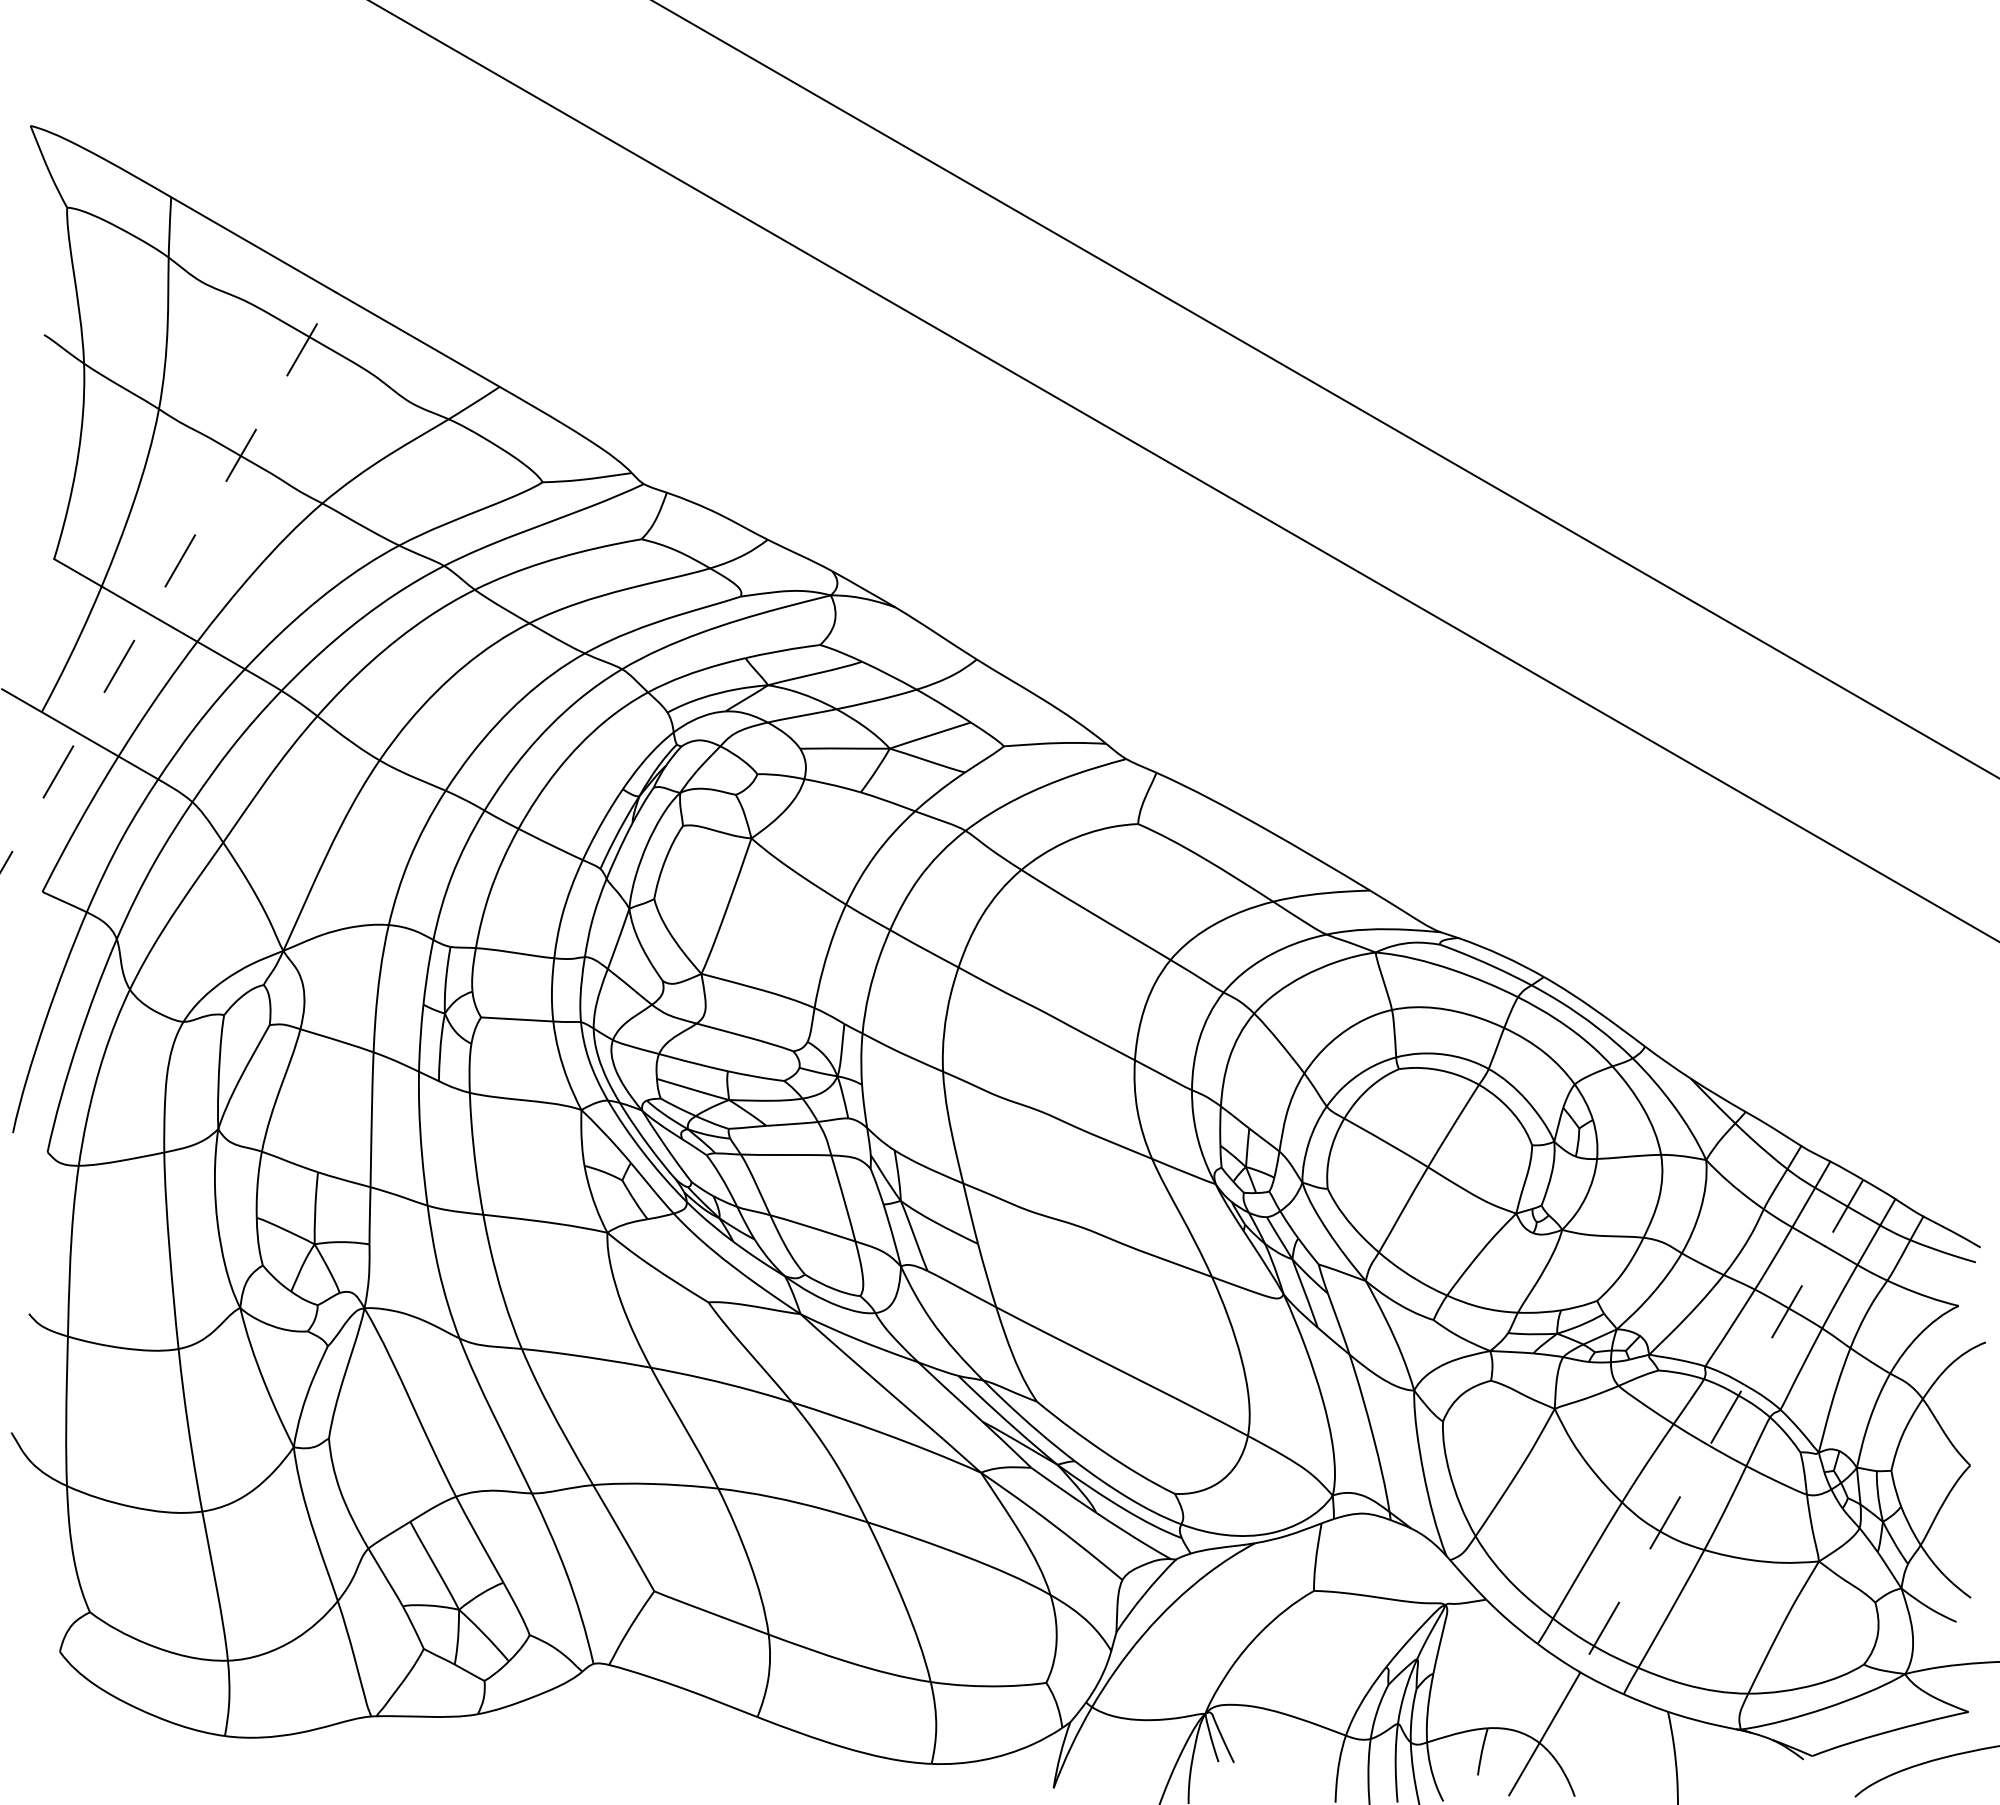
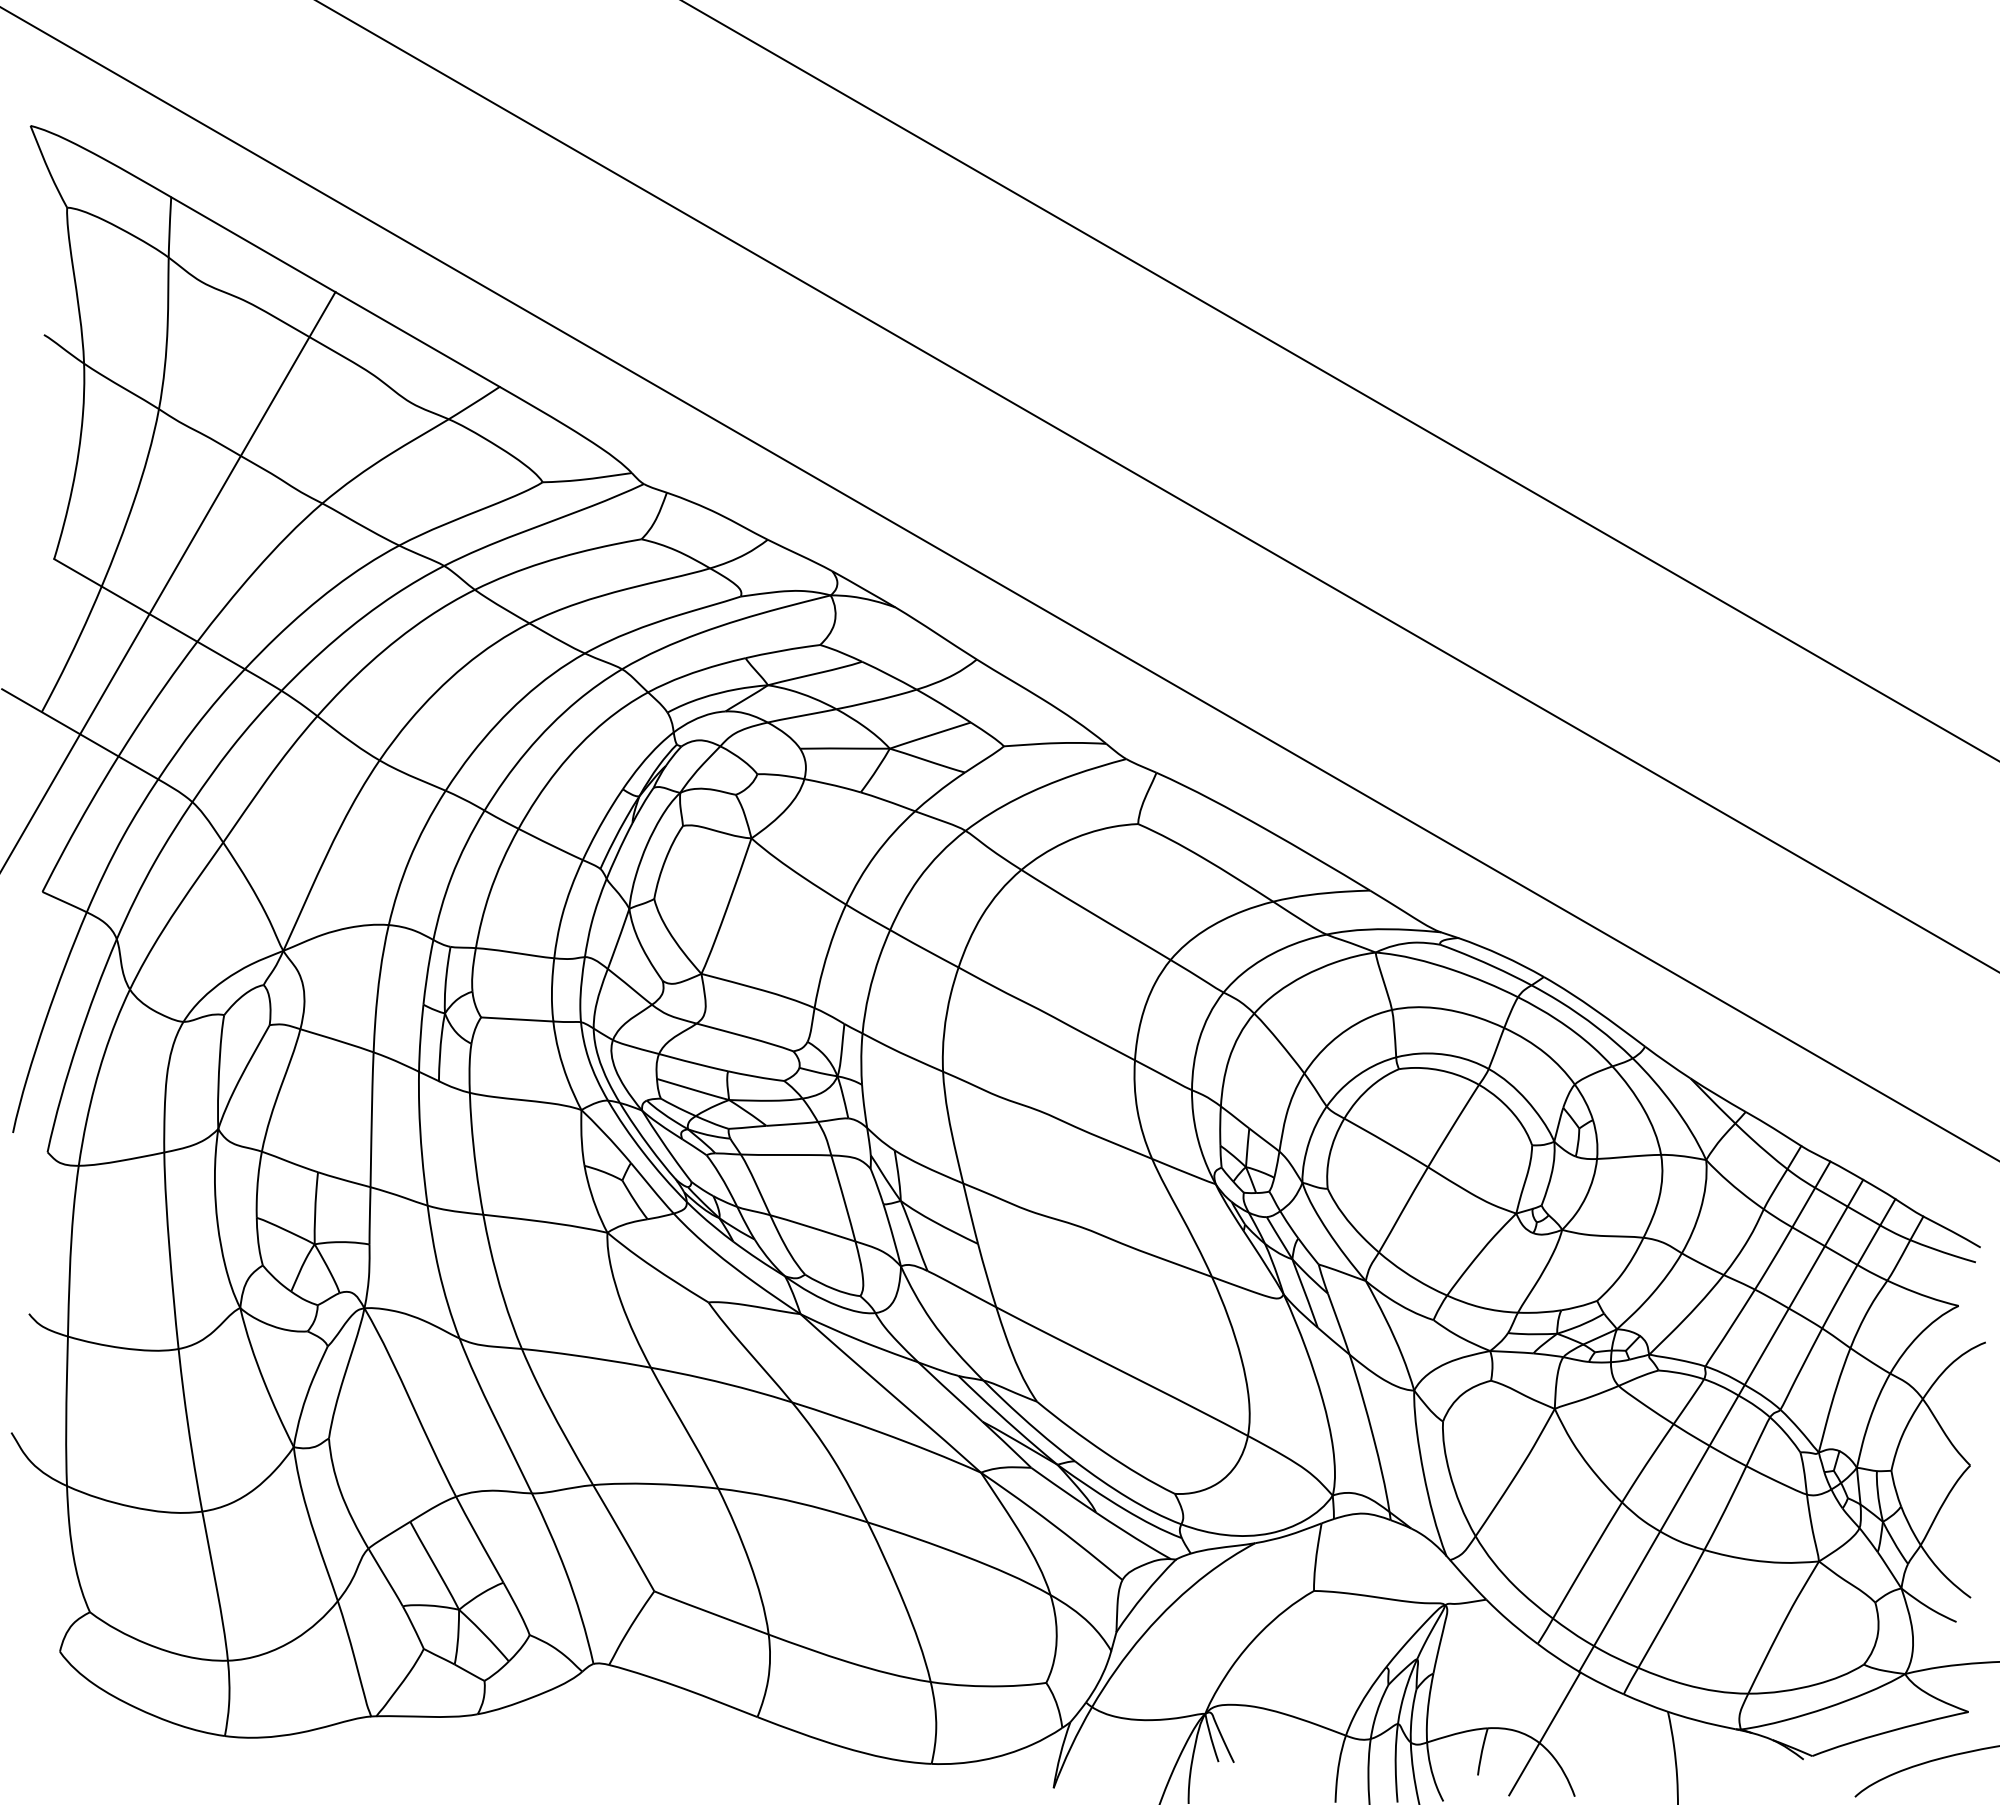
line at (1325, 389) position: (1325, 389) -> (1340, 380)
line at (1183, 471) position: (1183, 471) -> (1157, 486)
line at (168, 582): dashed -> solid
line at (999, 583): none -> present
line at (1721, 1425): dashed -> solid
